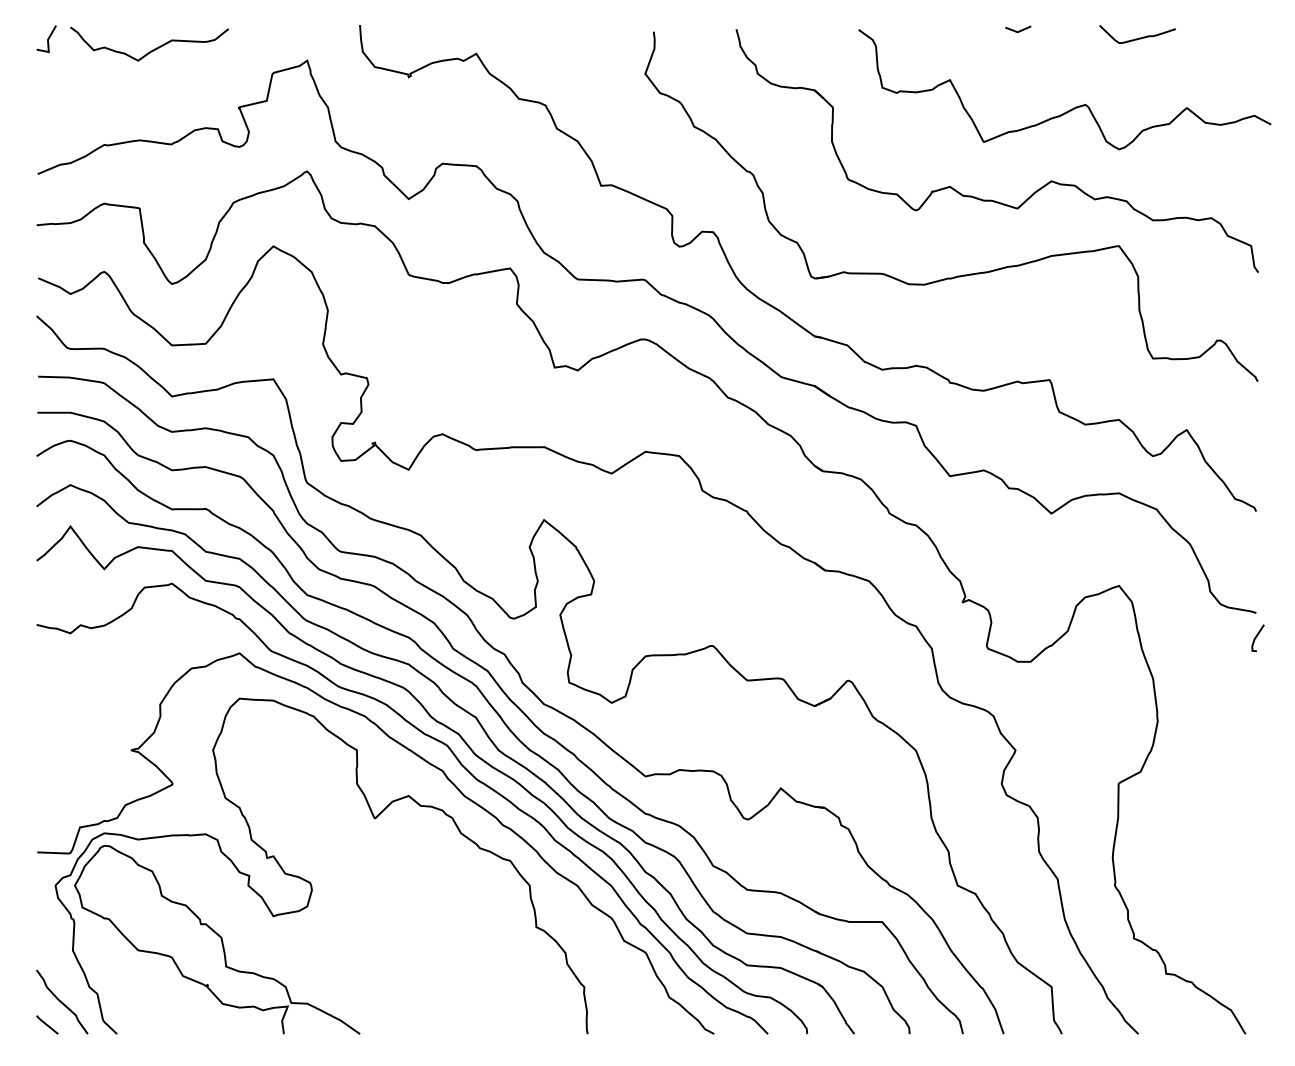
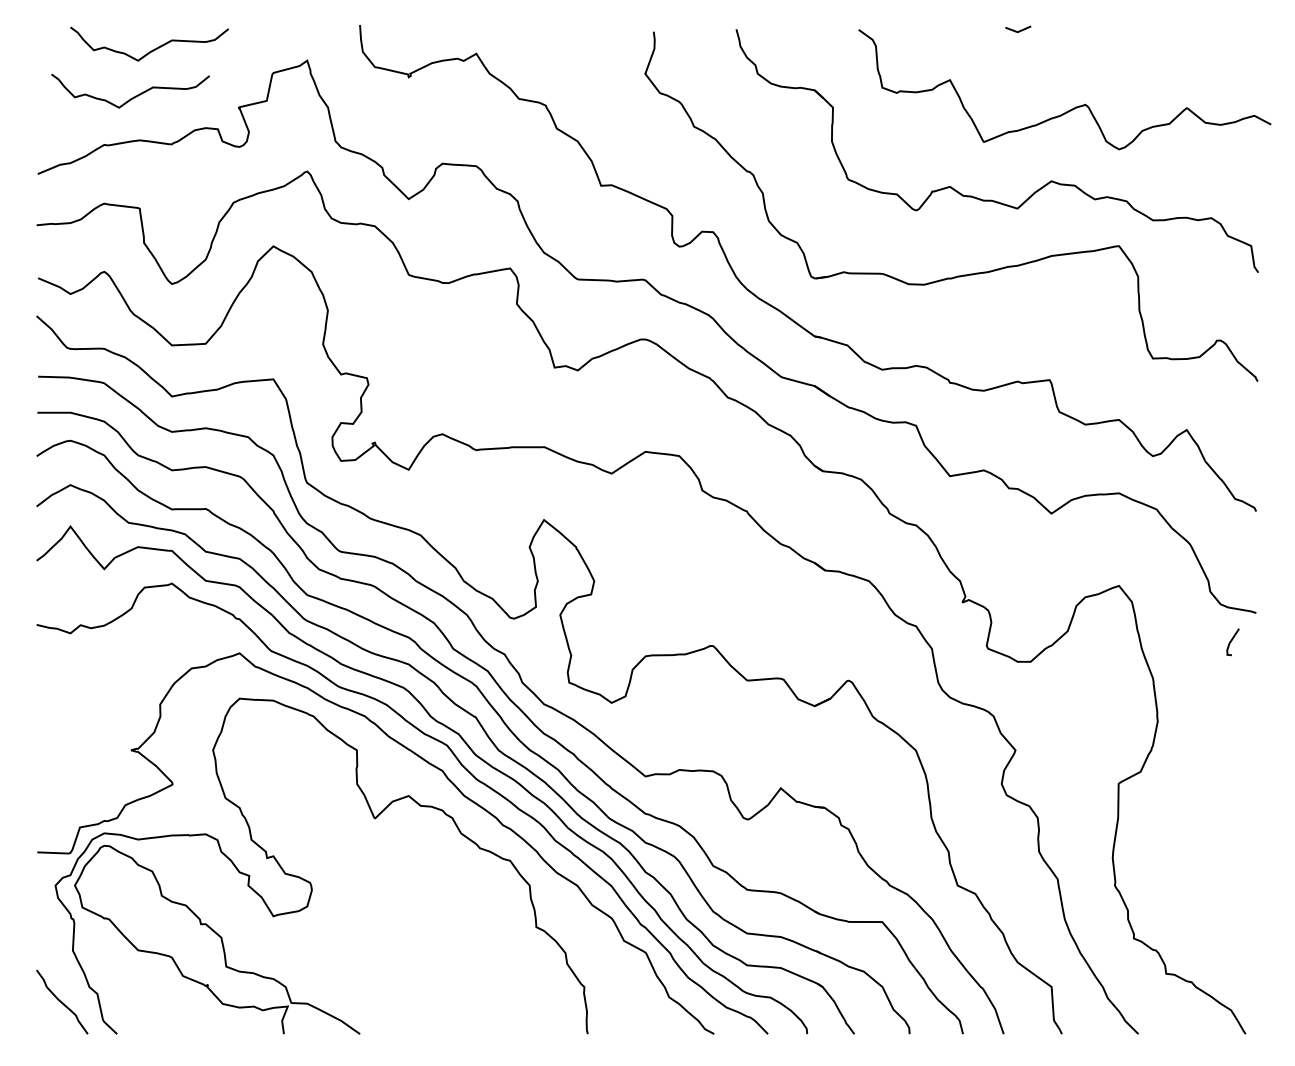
curve at (1139, 37): present -> none
line at (47, 39): present -> none
curve at (133, 96): none -> present
curve at (1256, 638) position: (1256, 638) -> (1231, 642)
line at (47, 1024): present -> none
